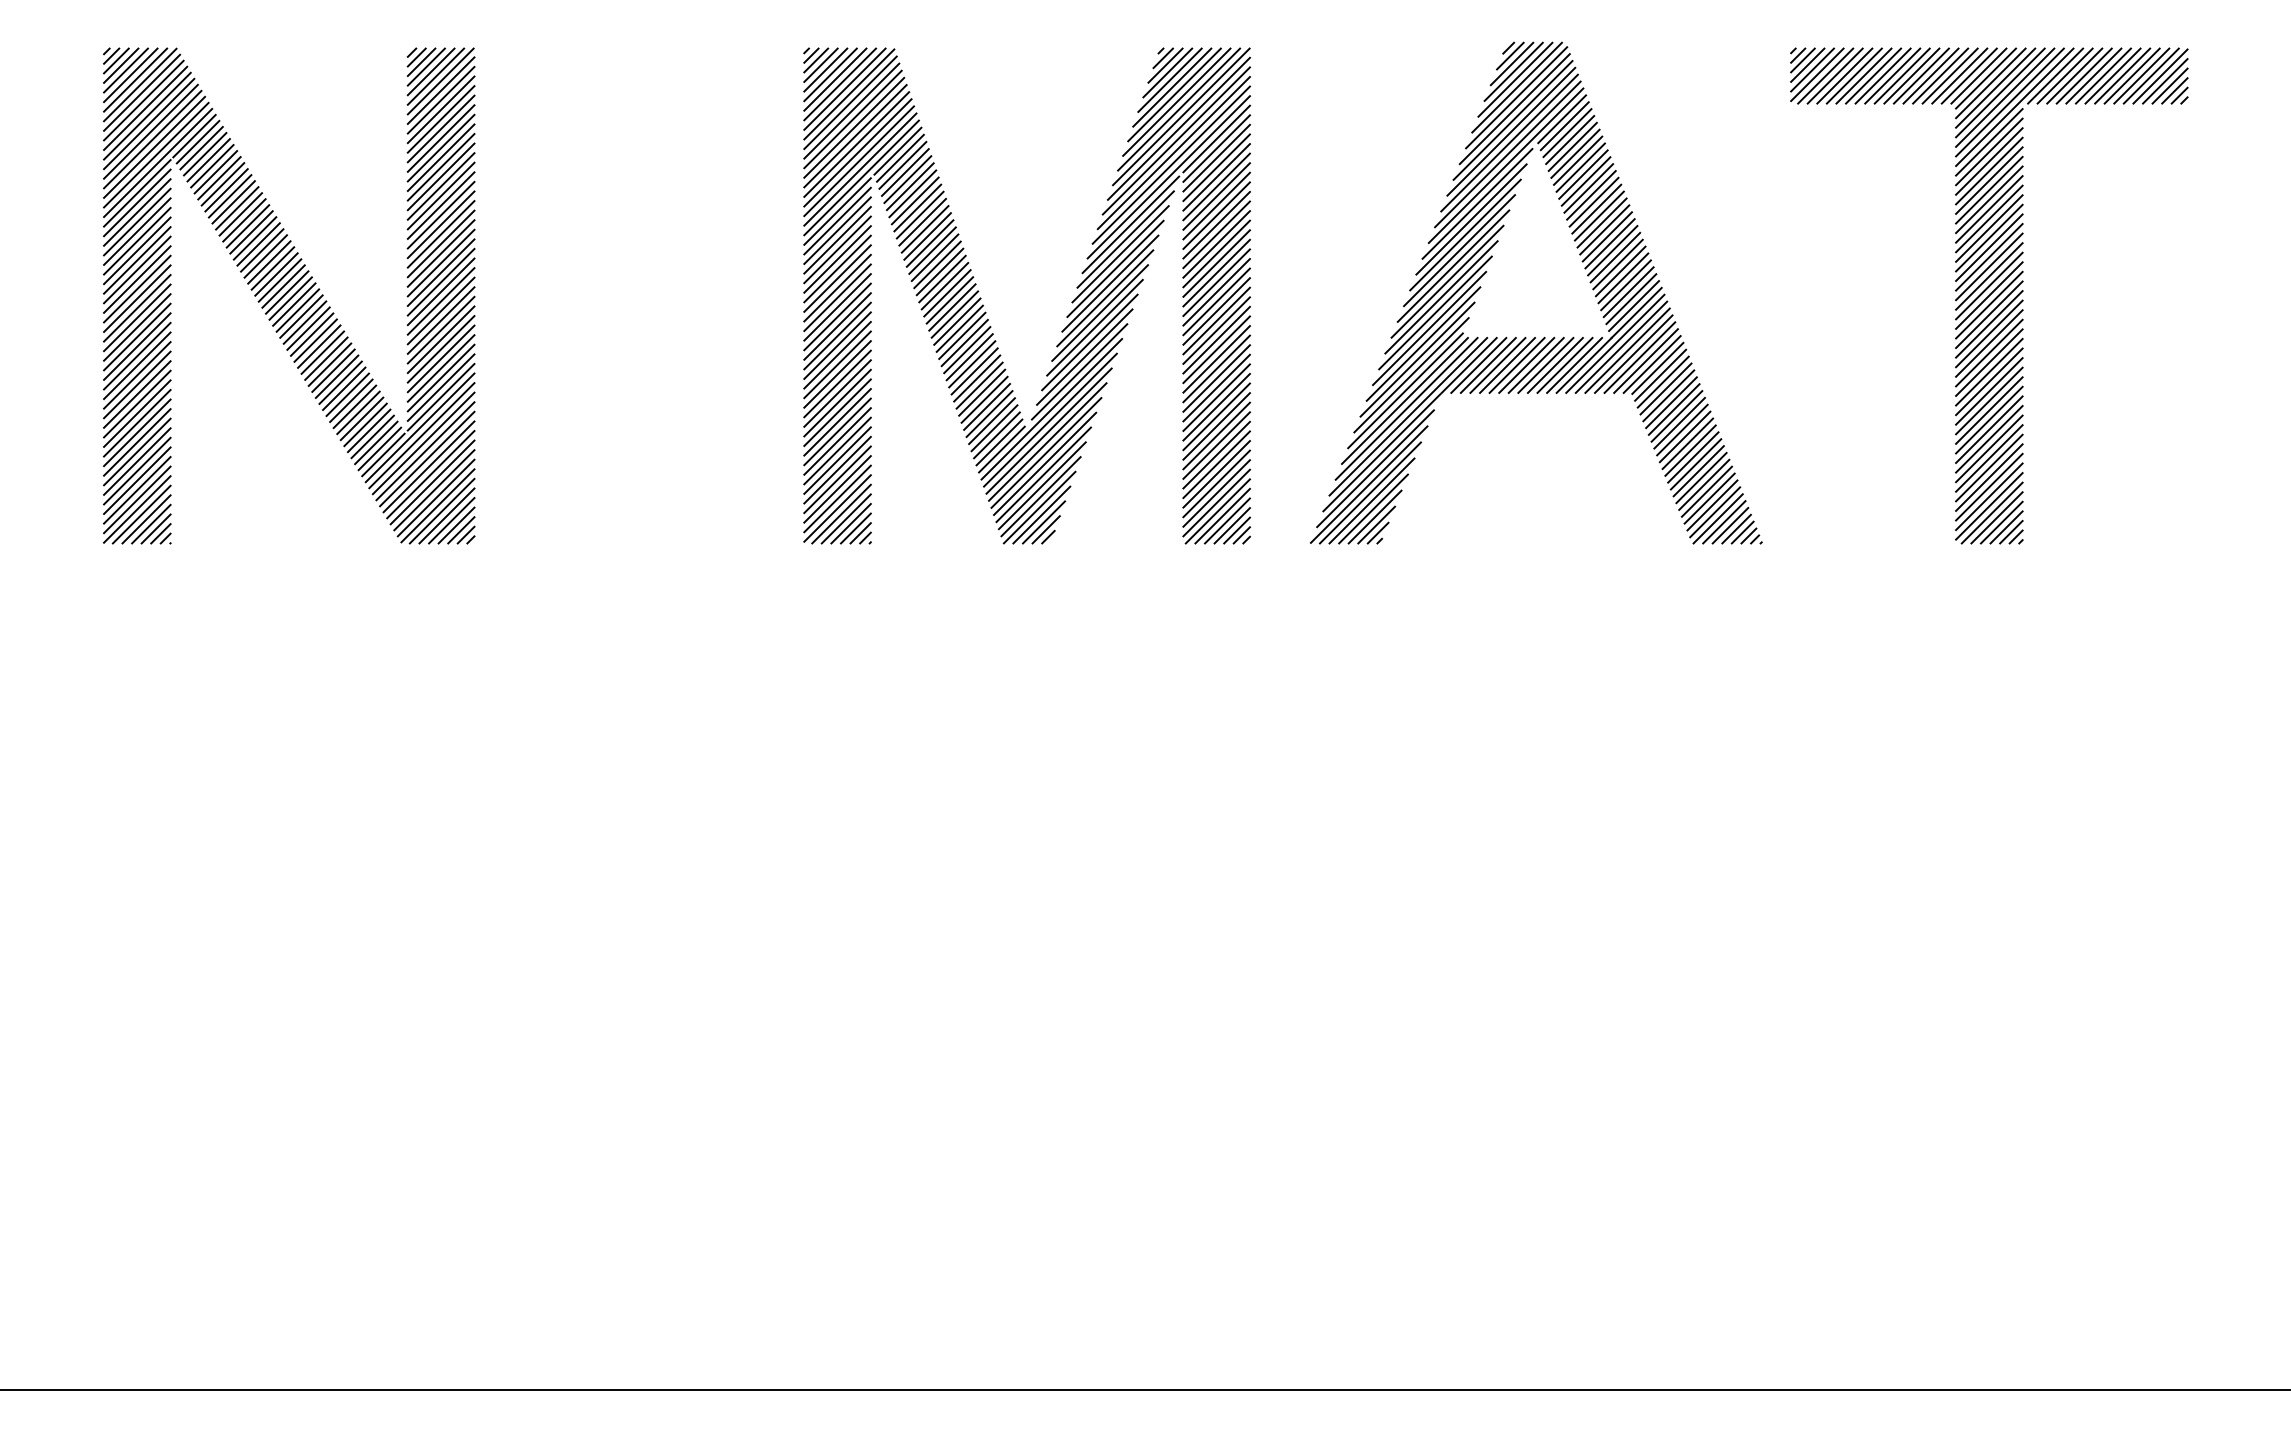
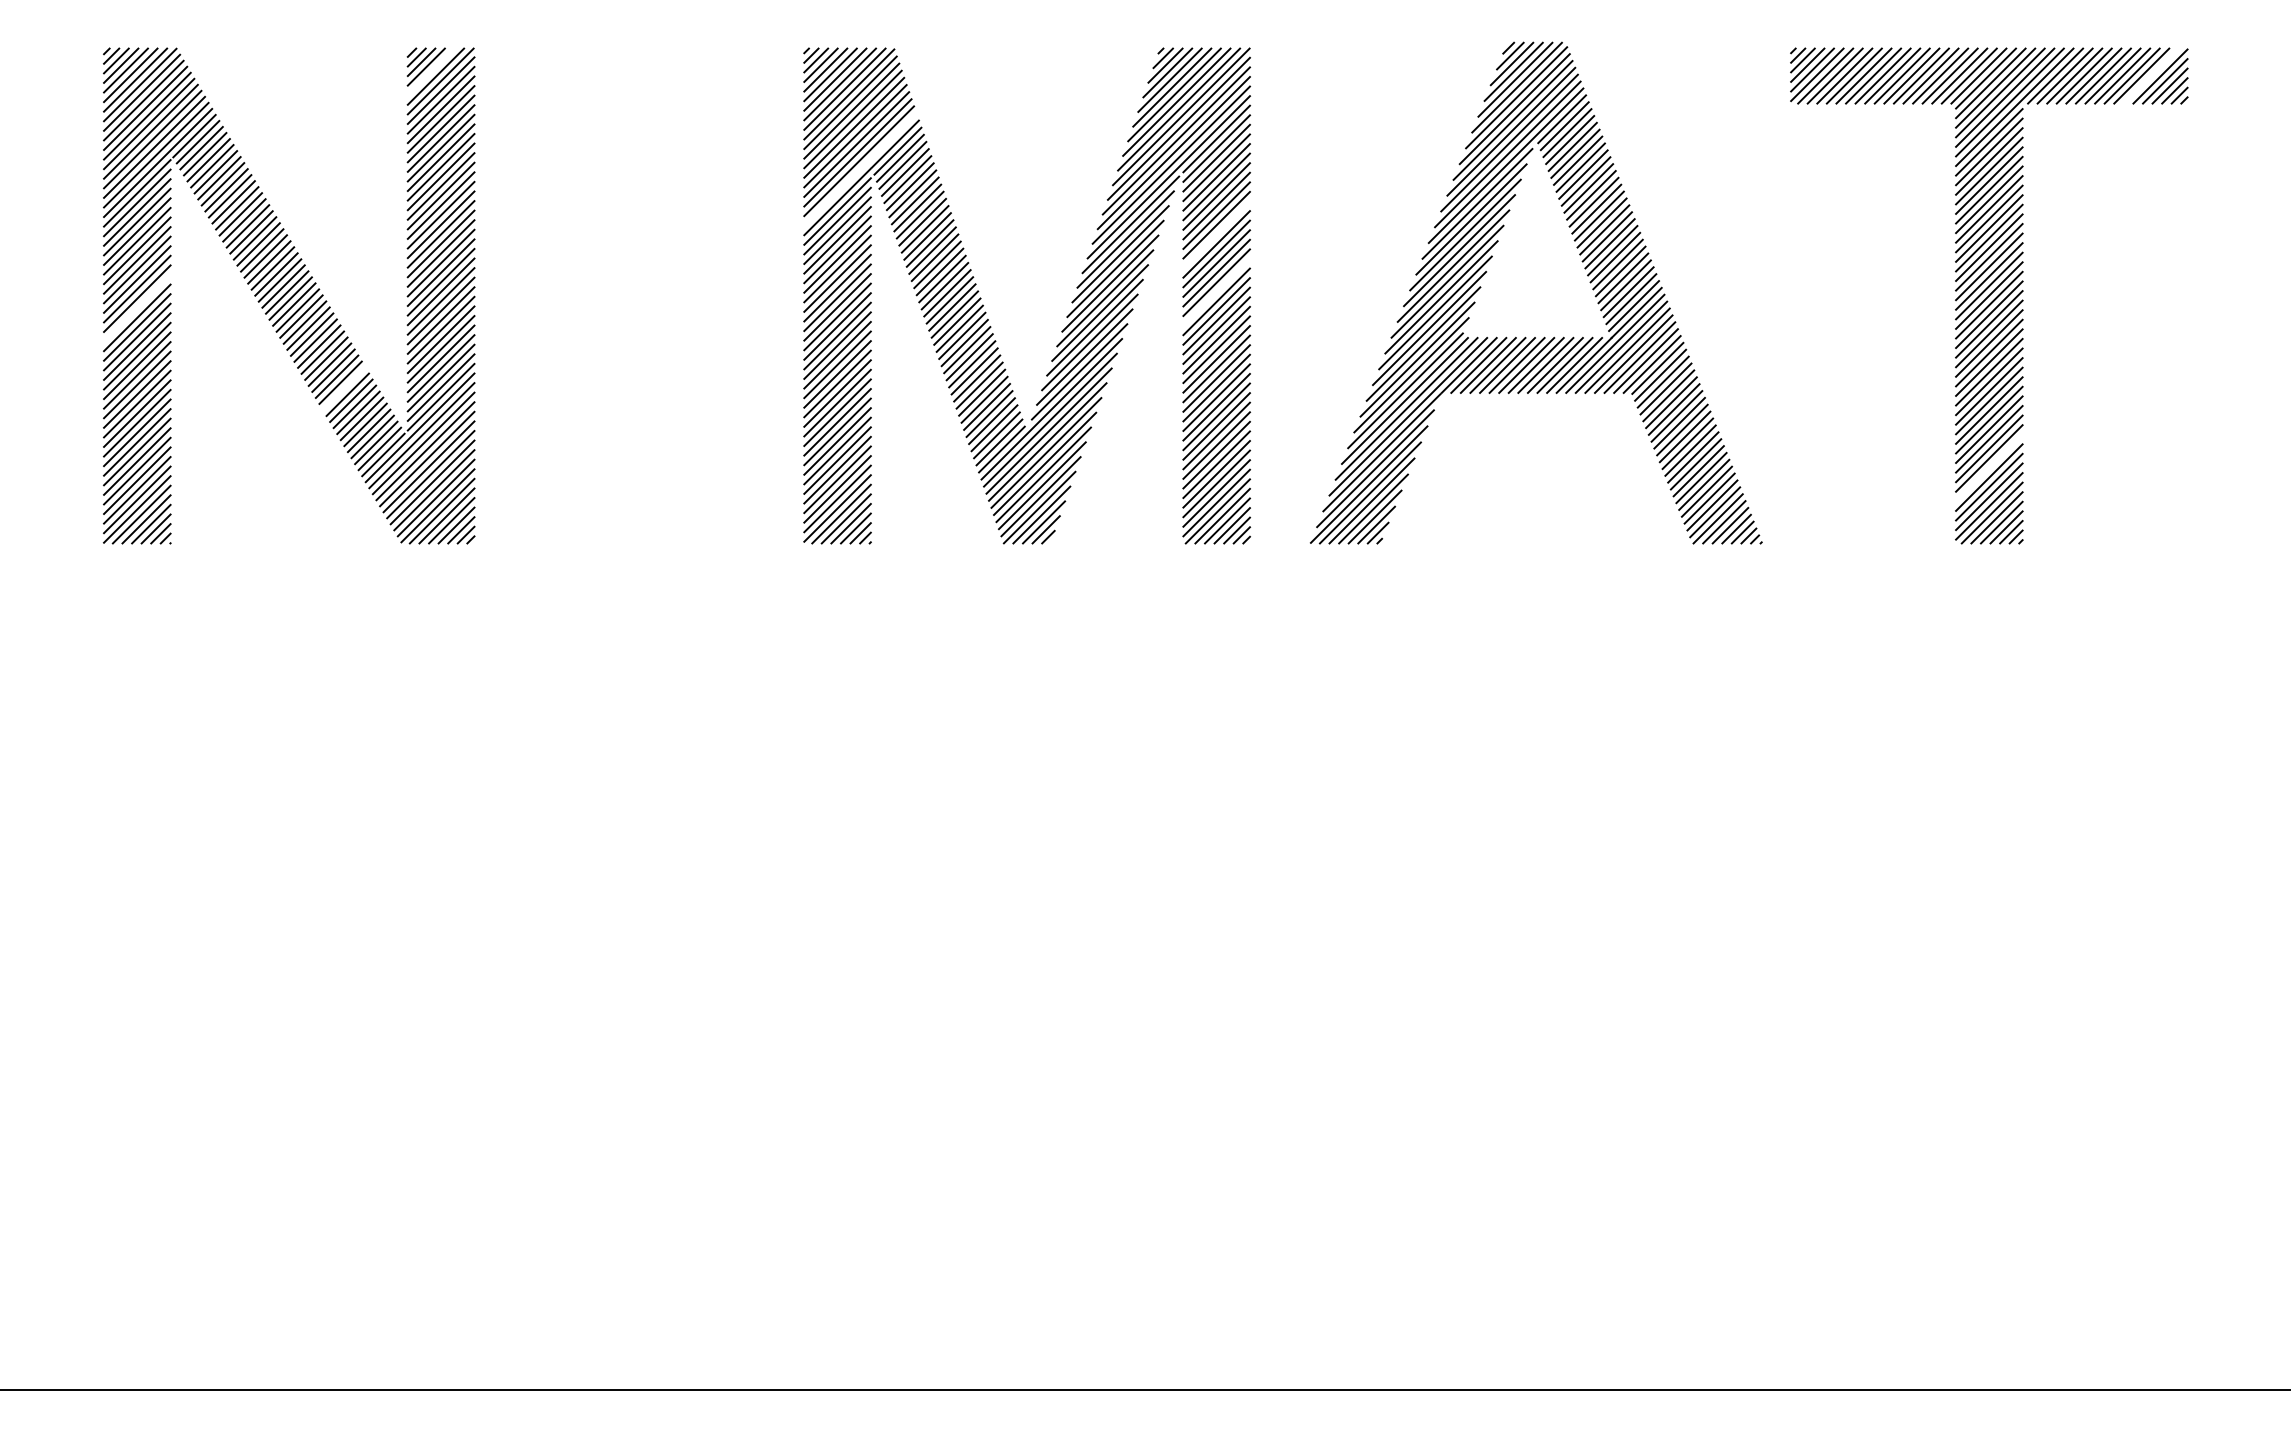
line at (430, 71): present -> none
line at (2150, 75): present -> none
line at (860, 169): present -> none
line at (1216, 234): present -> none
line at (1216, 292): present -> none
line at (137, 308): present -> none
line at (344, 388): present -> none
line at (1989, 467): present -> none
